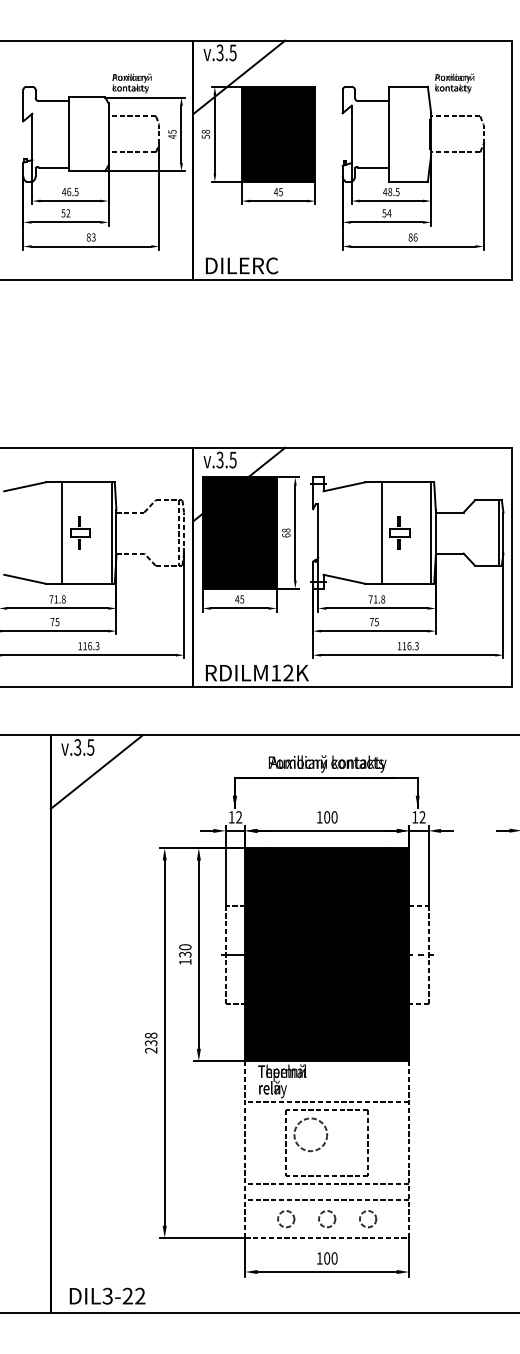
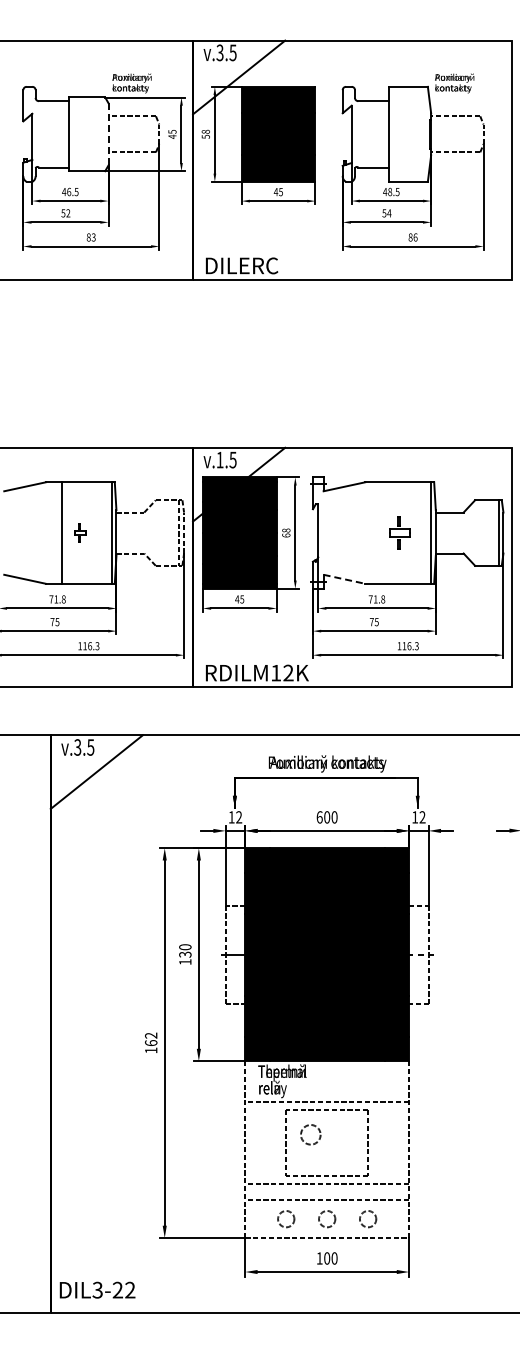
line at (108, 133): solid -> dashed
text at (219, 459): v.3.5 -> v.1.5
part at (80, 532) size: 21x34 px -> 13x20 px
line at (381, 532): present -> none
line at (344, 579): solid -> dashed
text at (319, 817): 100 -> 600
text at (151, 1042): 238 -> 162
circle at (310, 1134) diameter: 33 px -> 20 px
text at (107, 1295) position: (107, 1295) -> (97, 1289)
